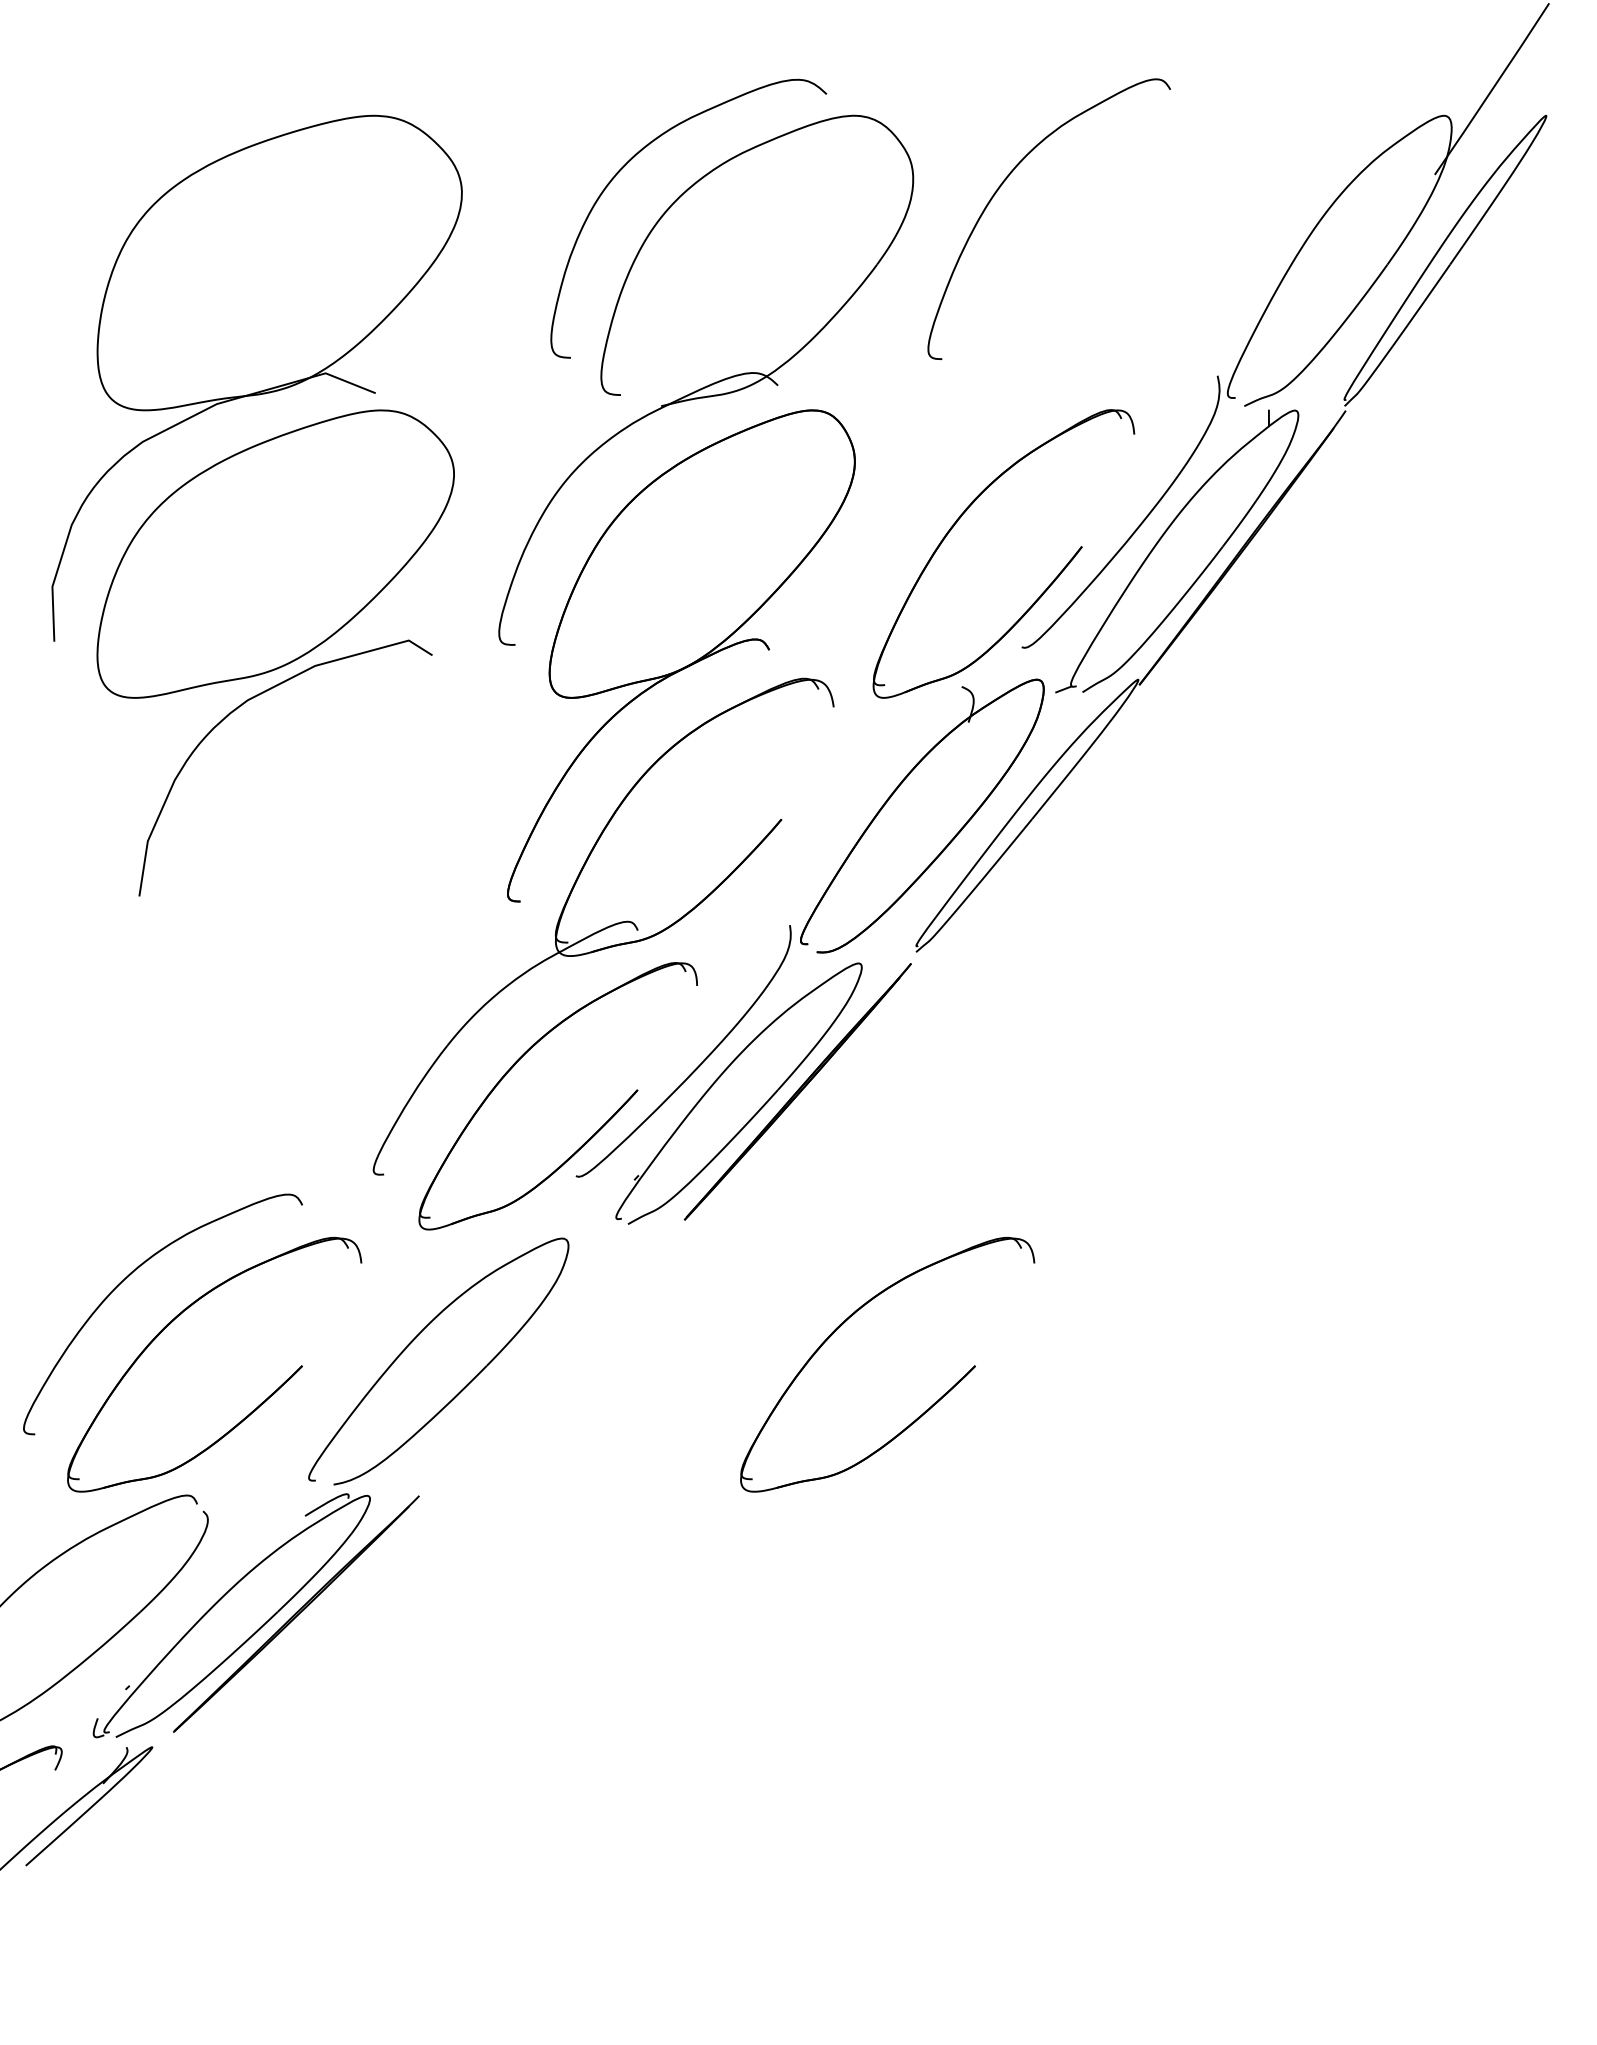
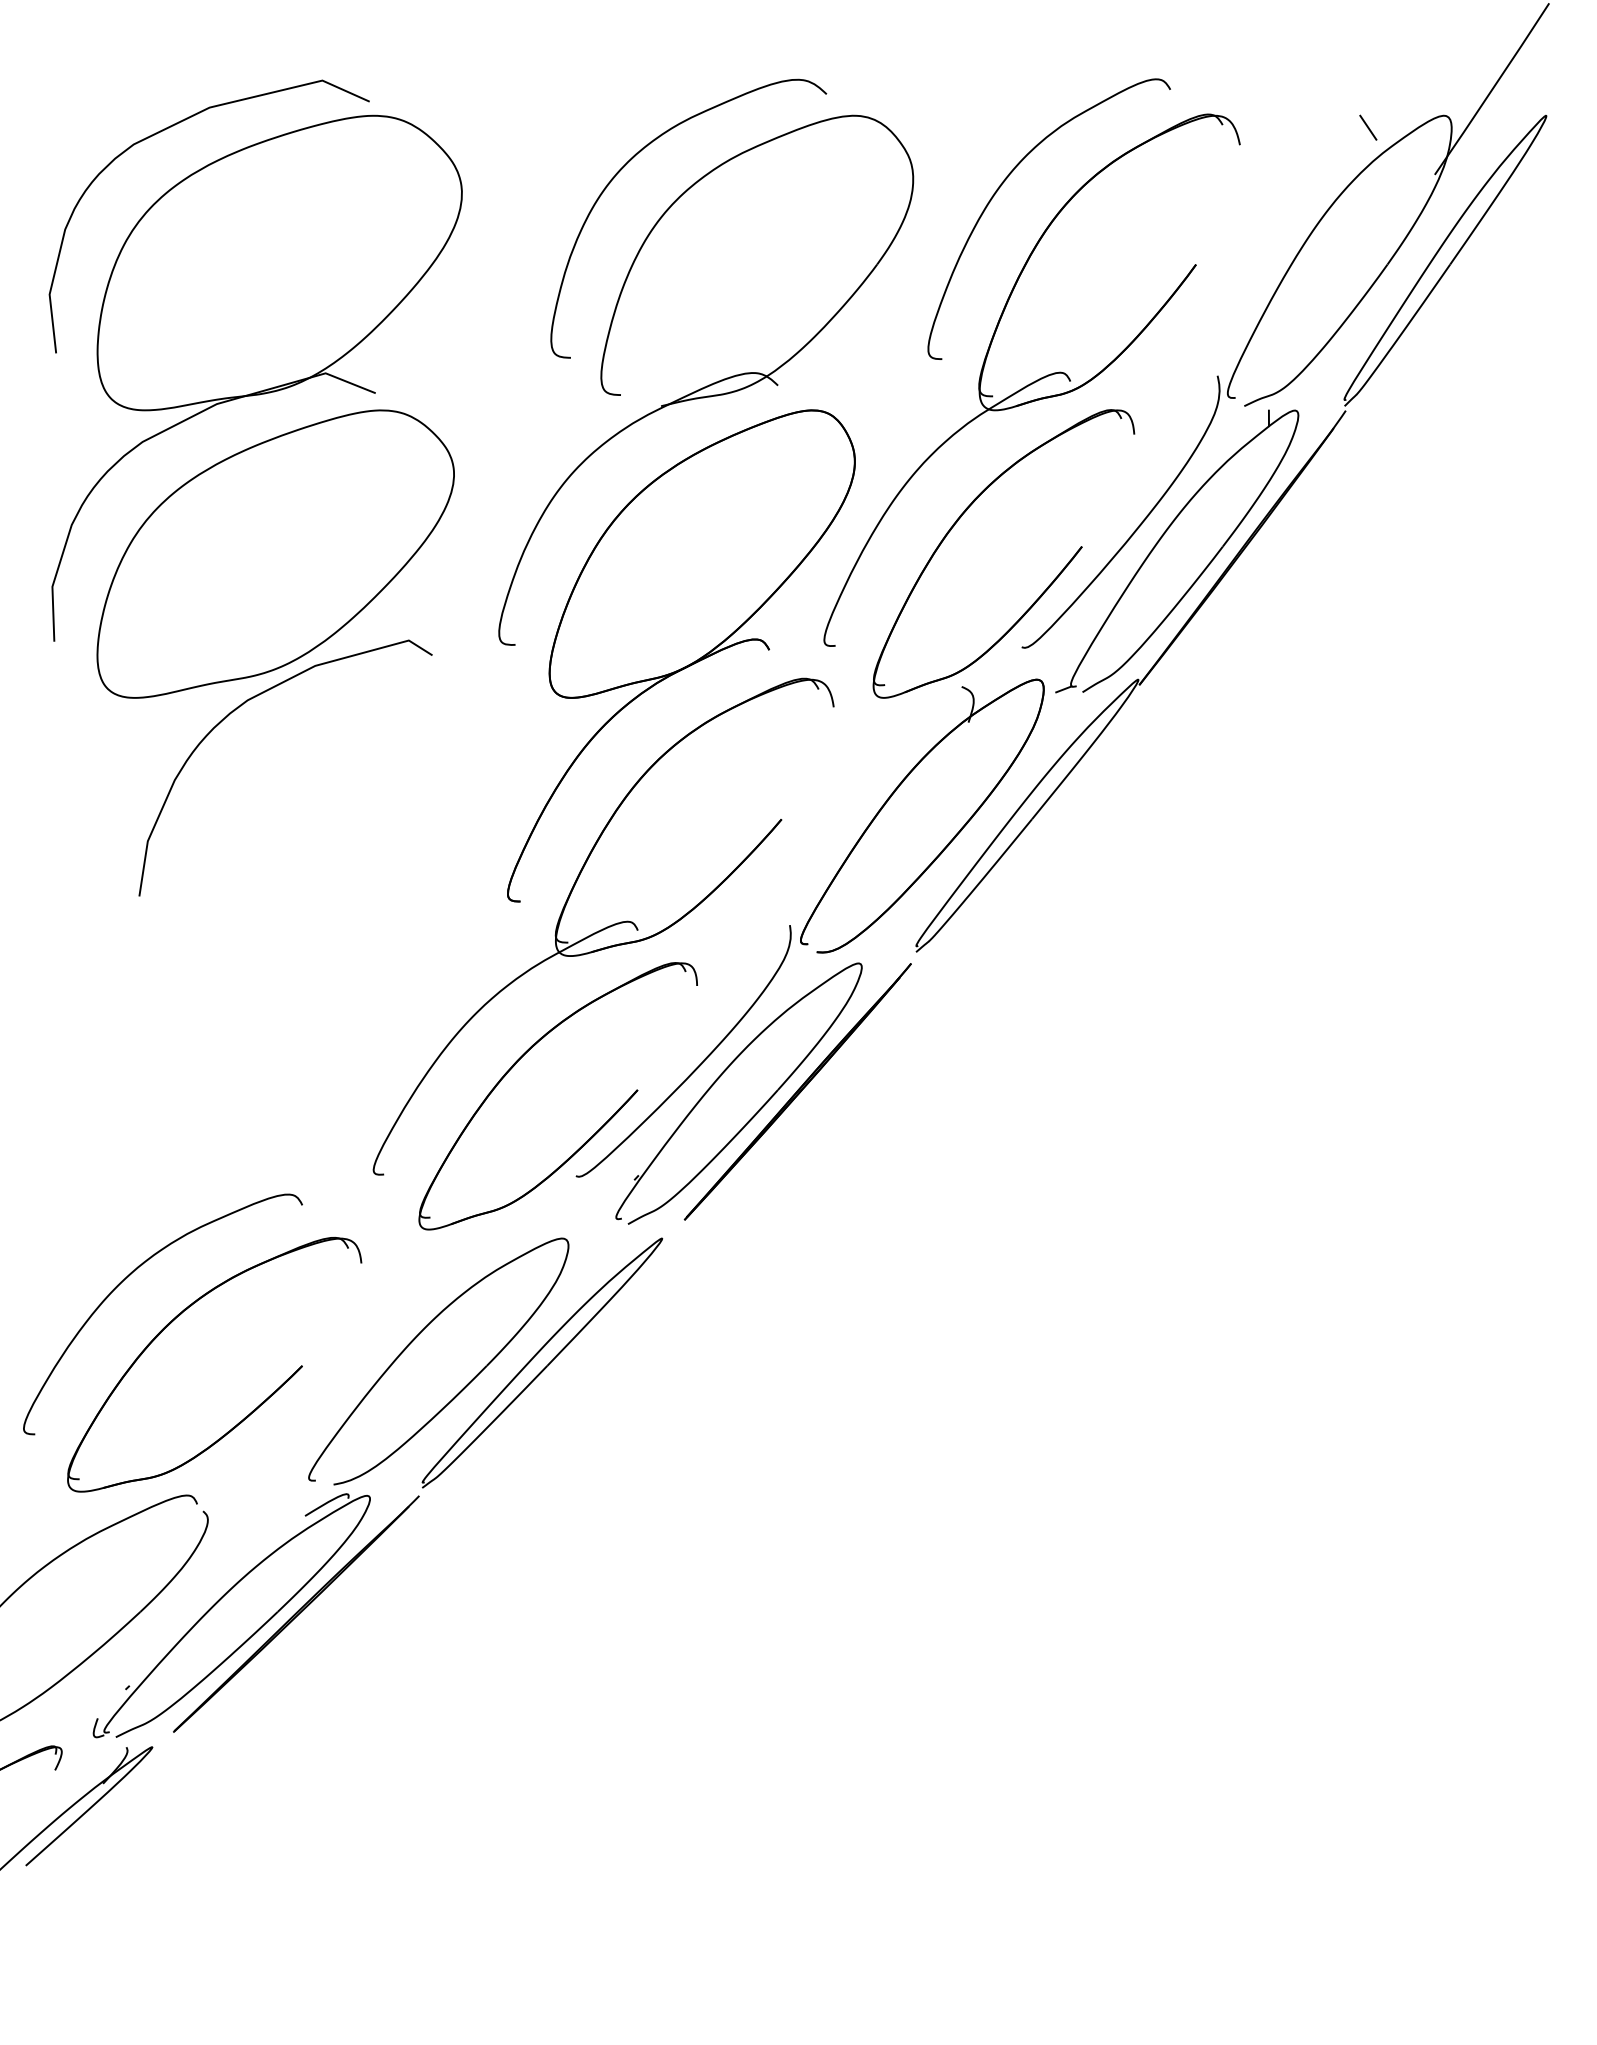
line at (1368, 127): none -> present
curve at (165, 130): none -> present
part at (1031, 379): none -> present
part at (845, 1322): present -> none
part at (542, 1362): none -> present
